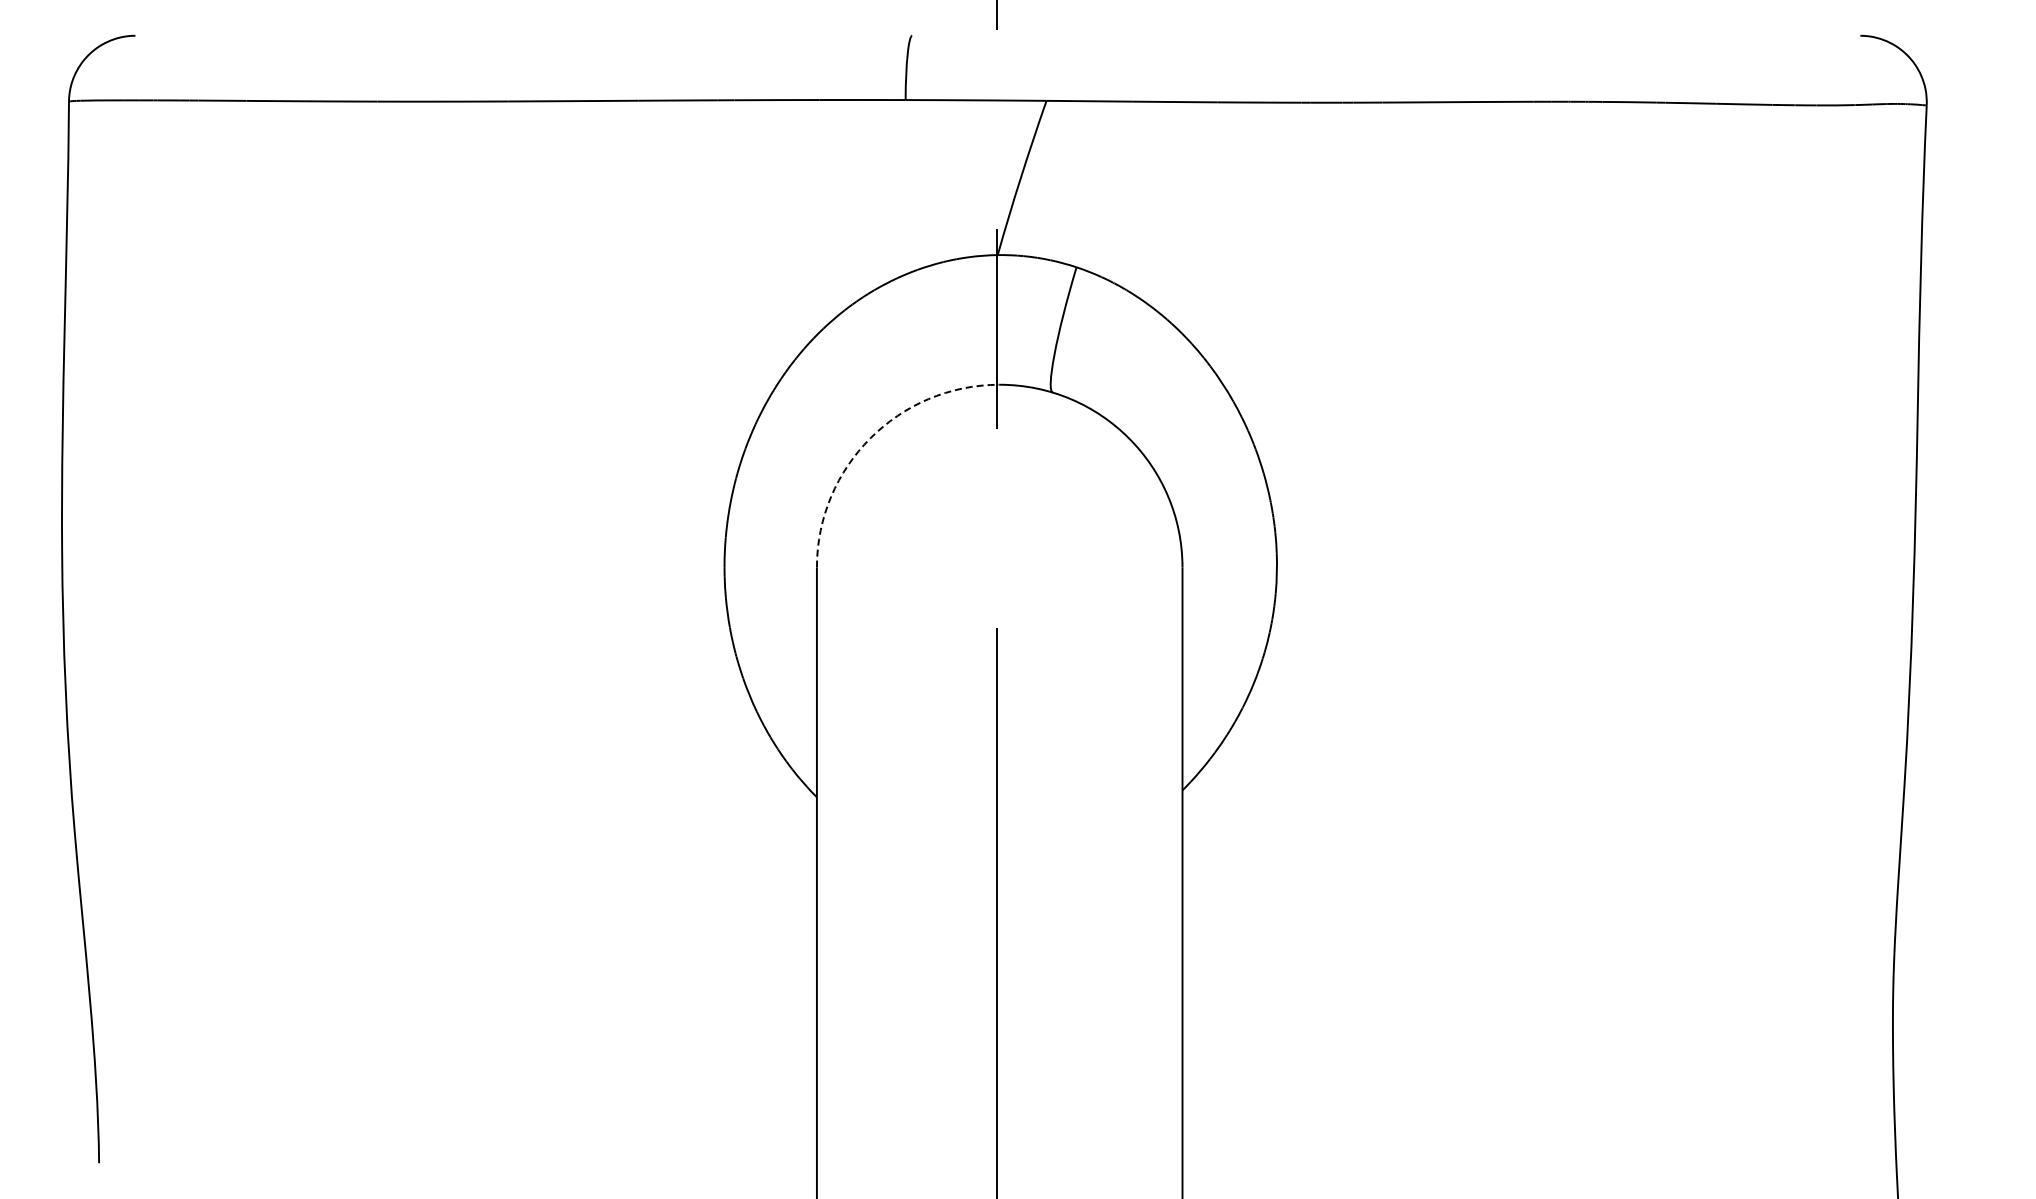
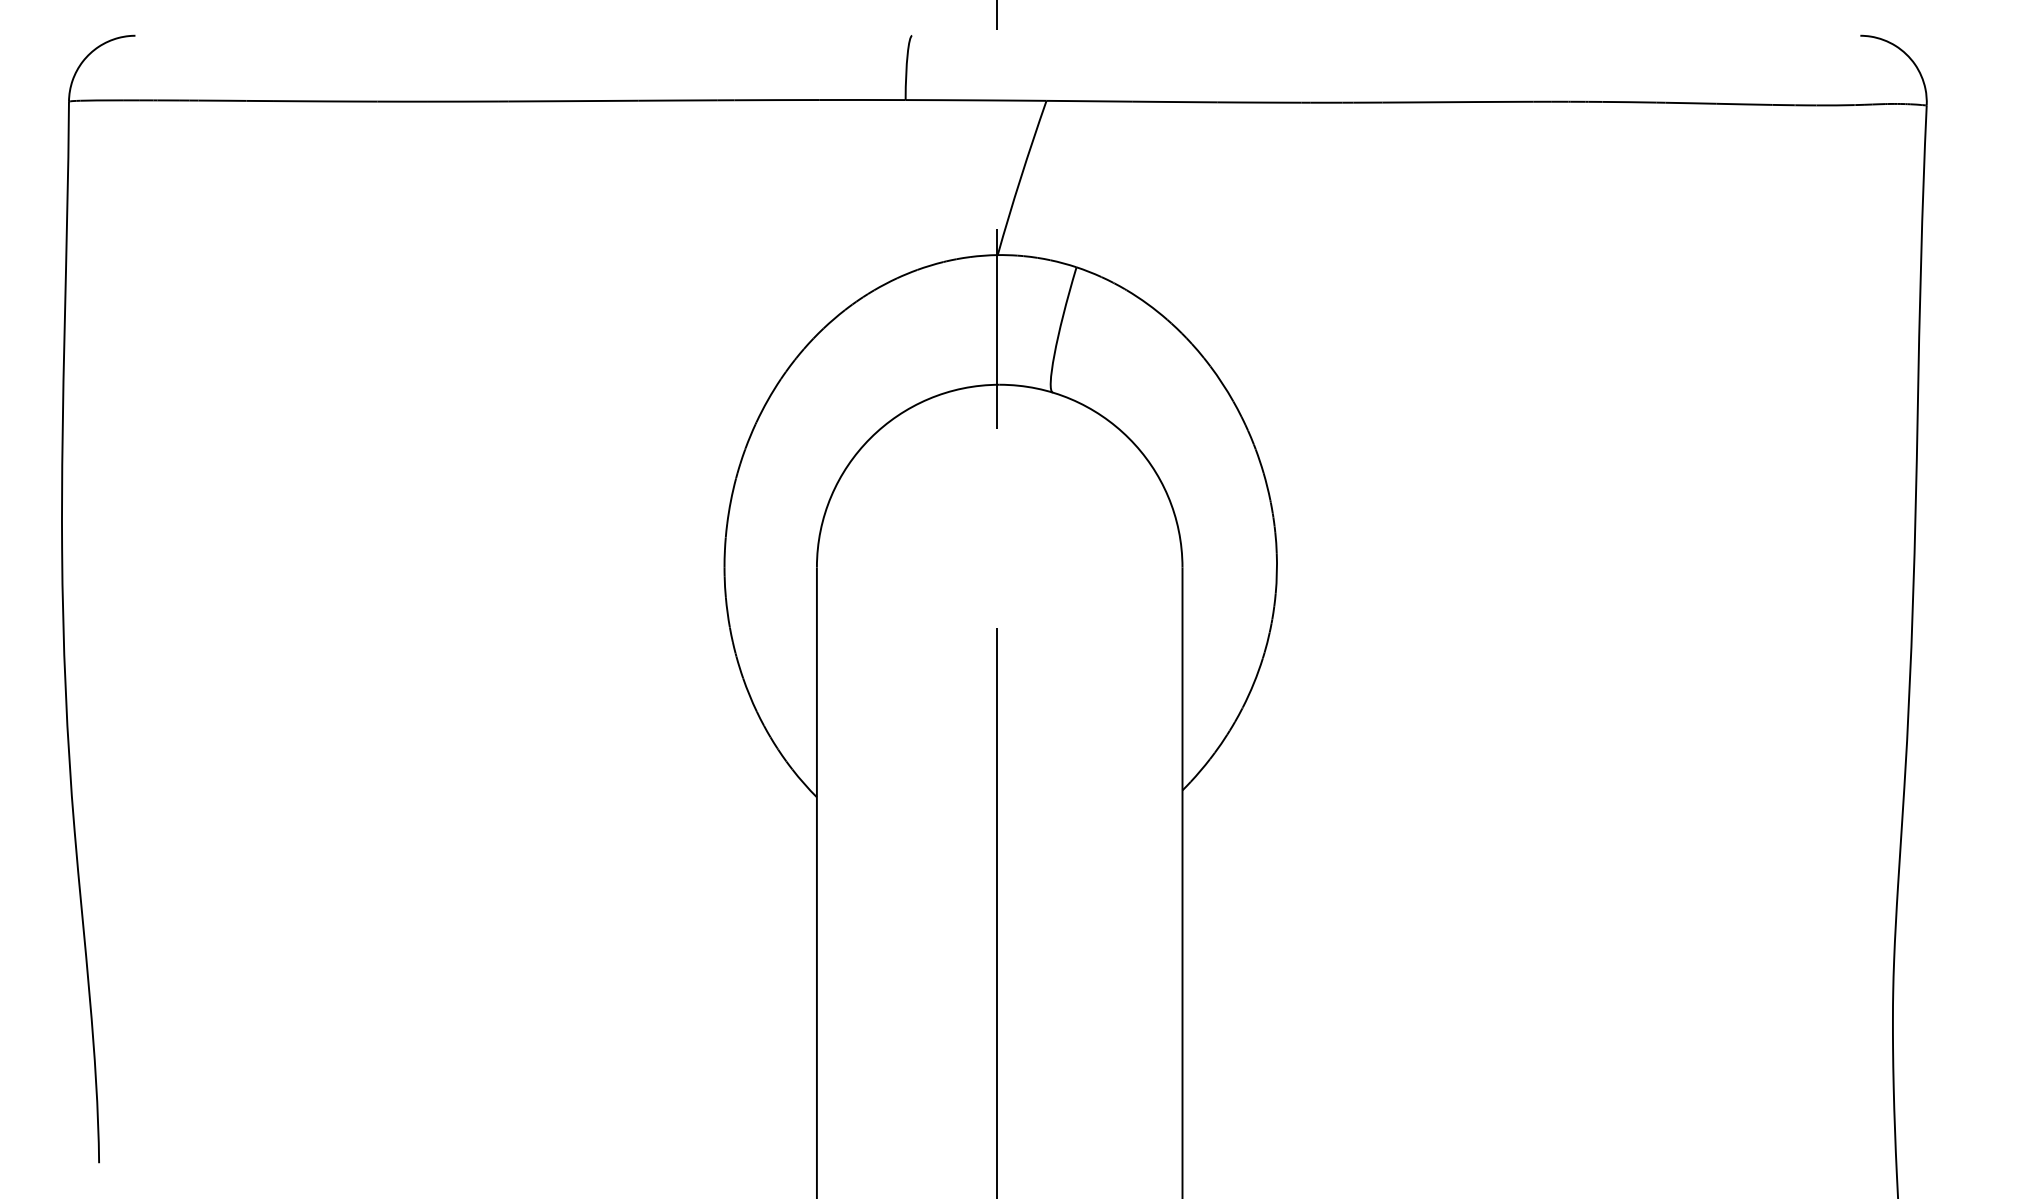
arc at (870, 438): dashed -> solid
